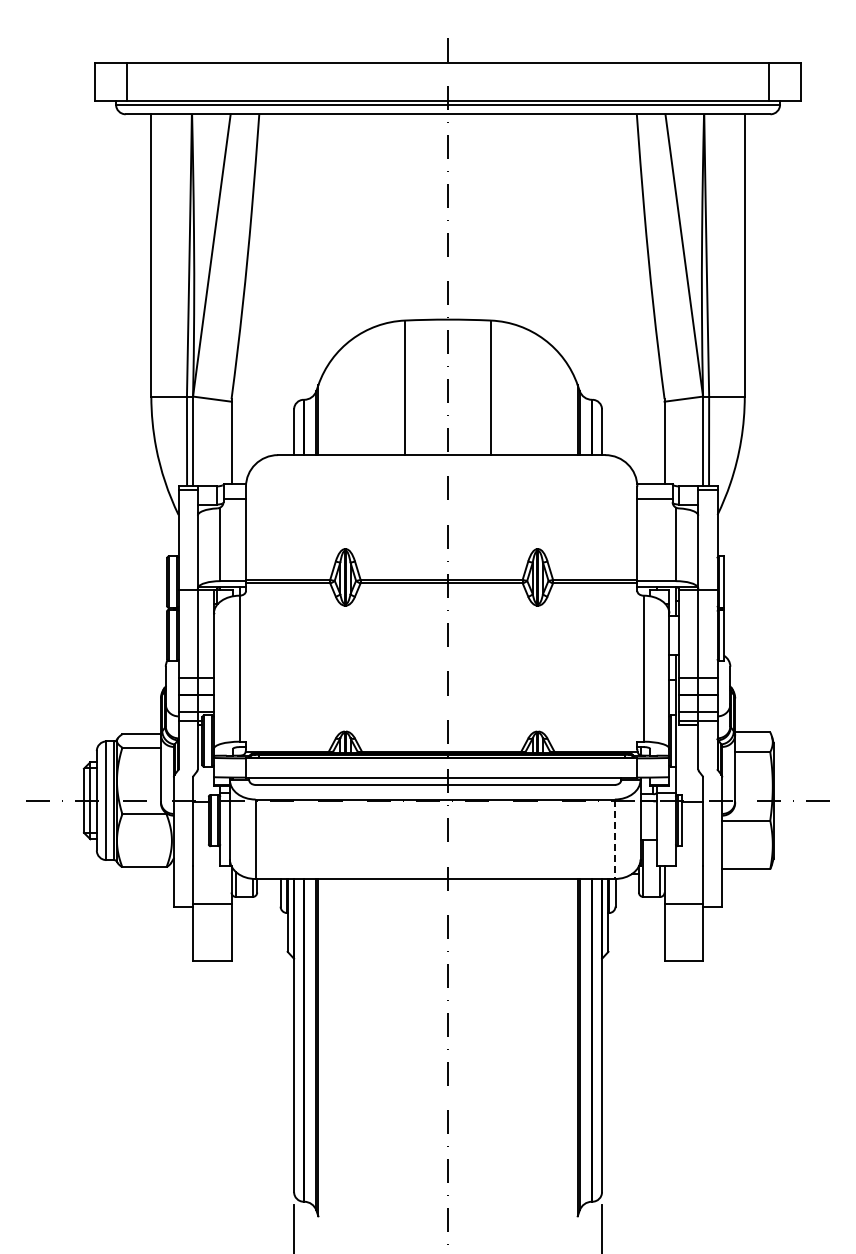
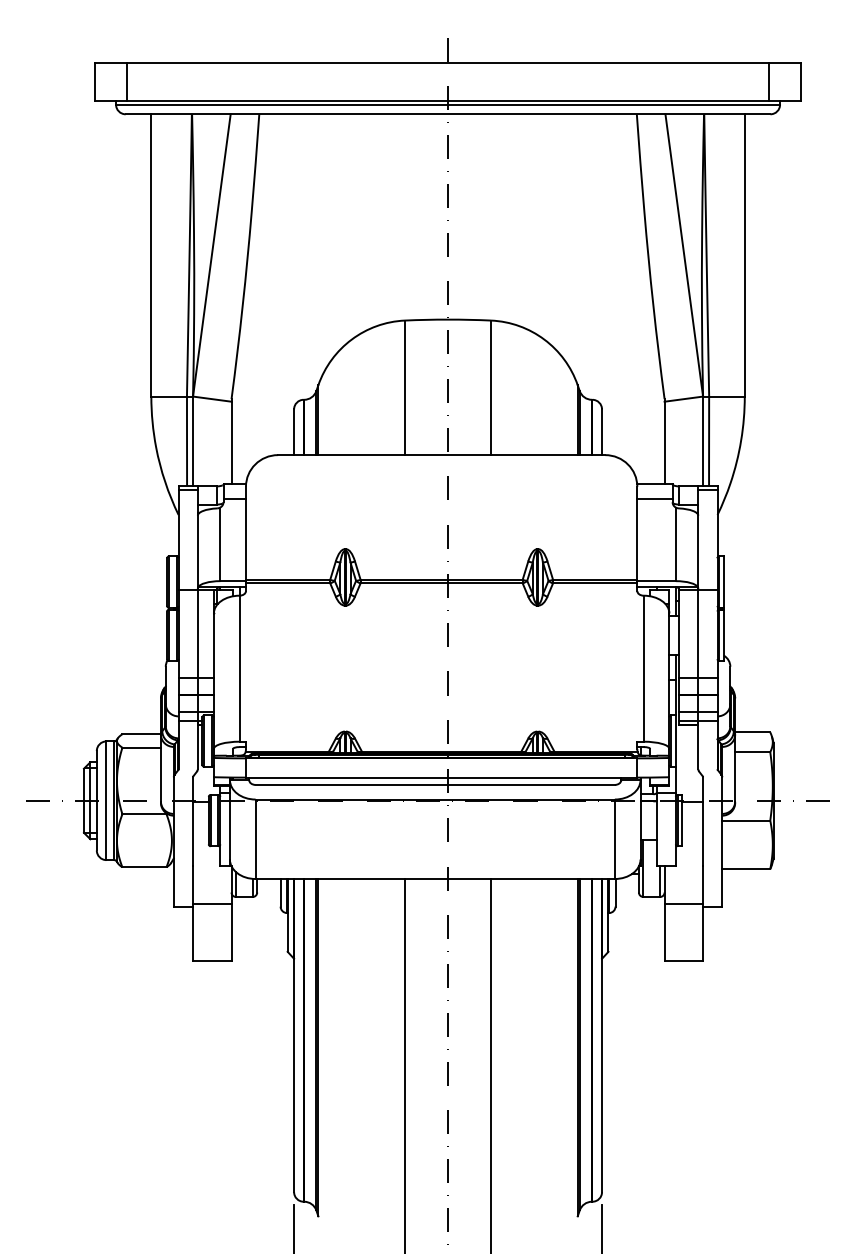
line at (614, 839): dashed -> solid
line at (405, 1064): none -> present
line at (491, 1064): none -> present
